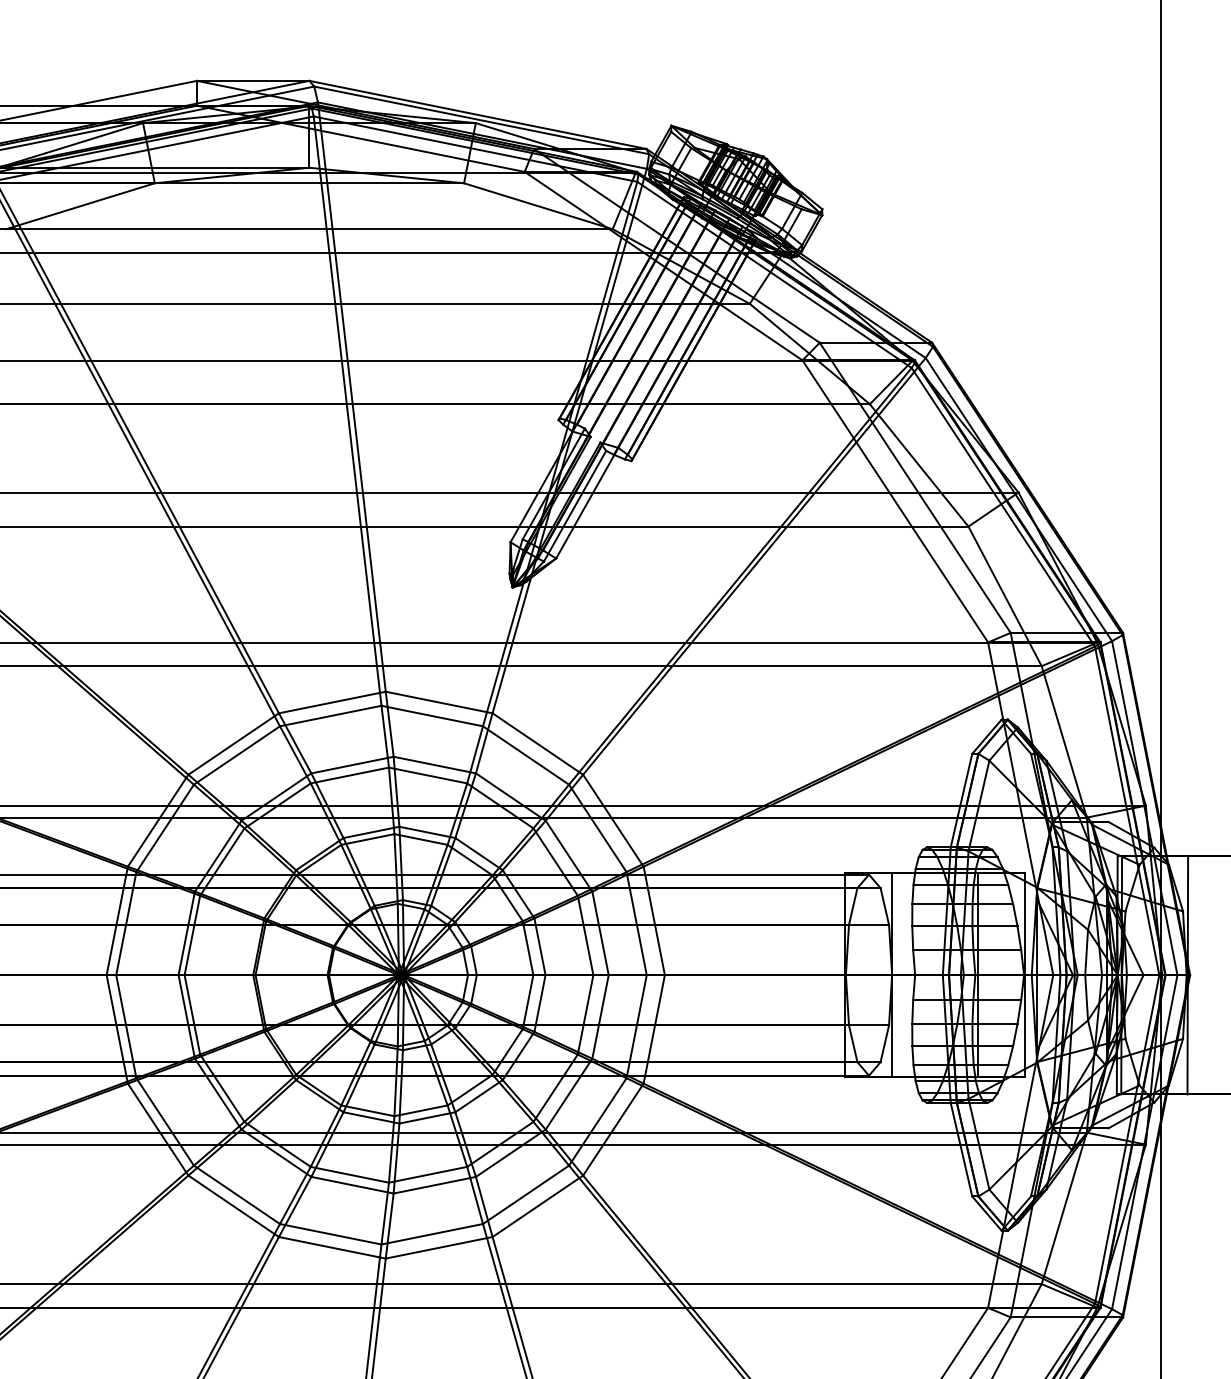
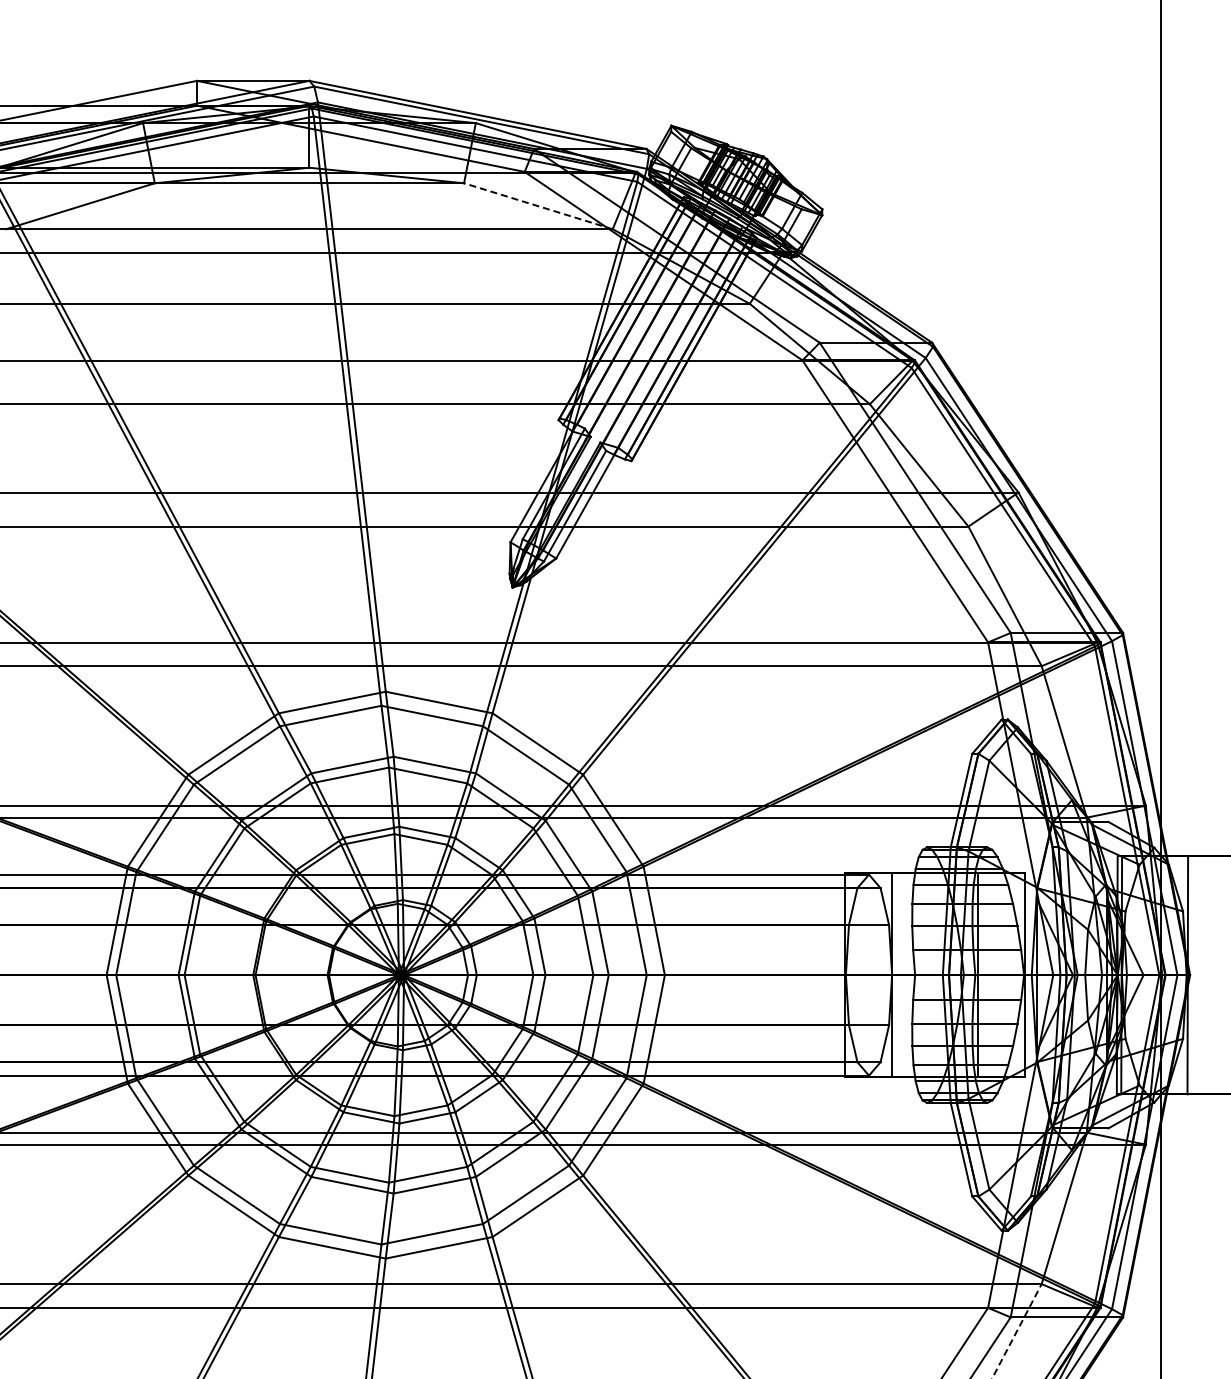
line at (538, 206): solid -> dashed
line at (1017, 1330): solid -> dashed
